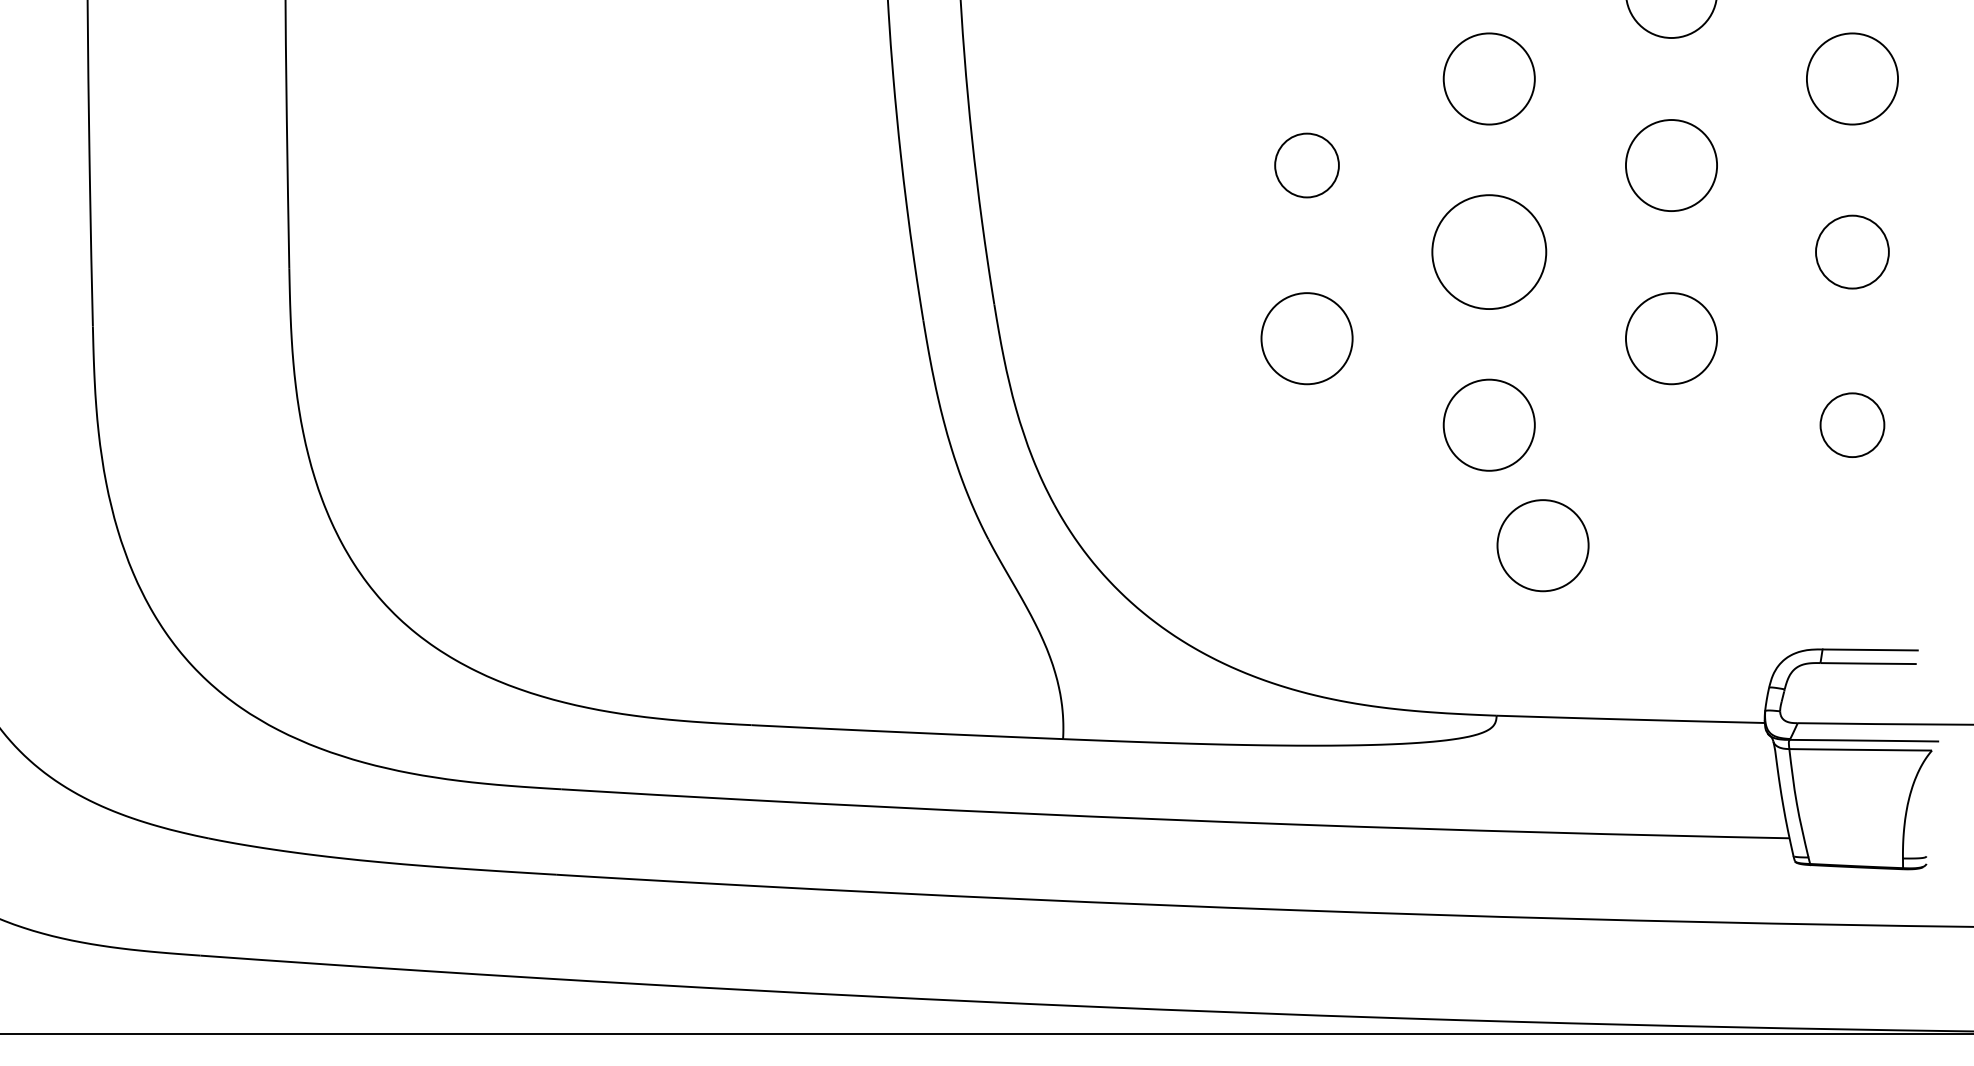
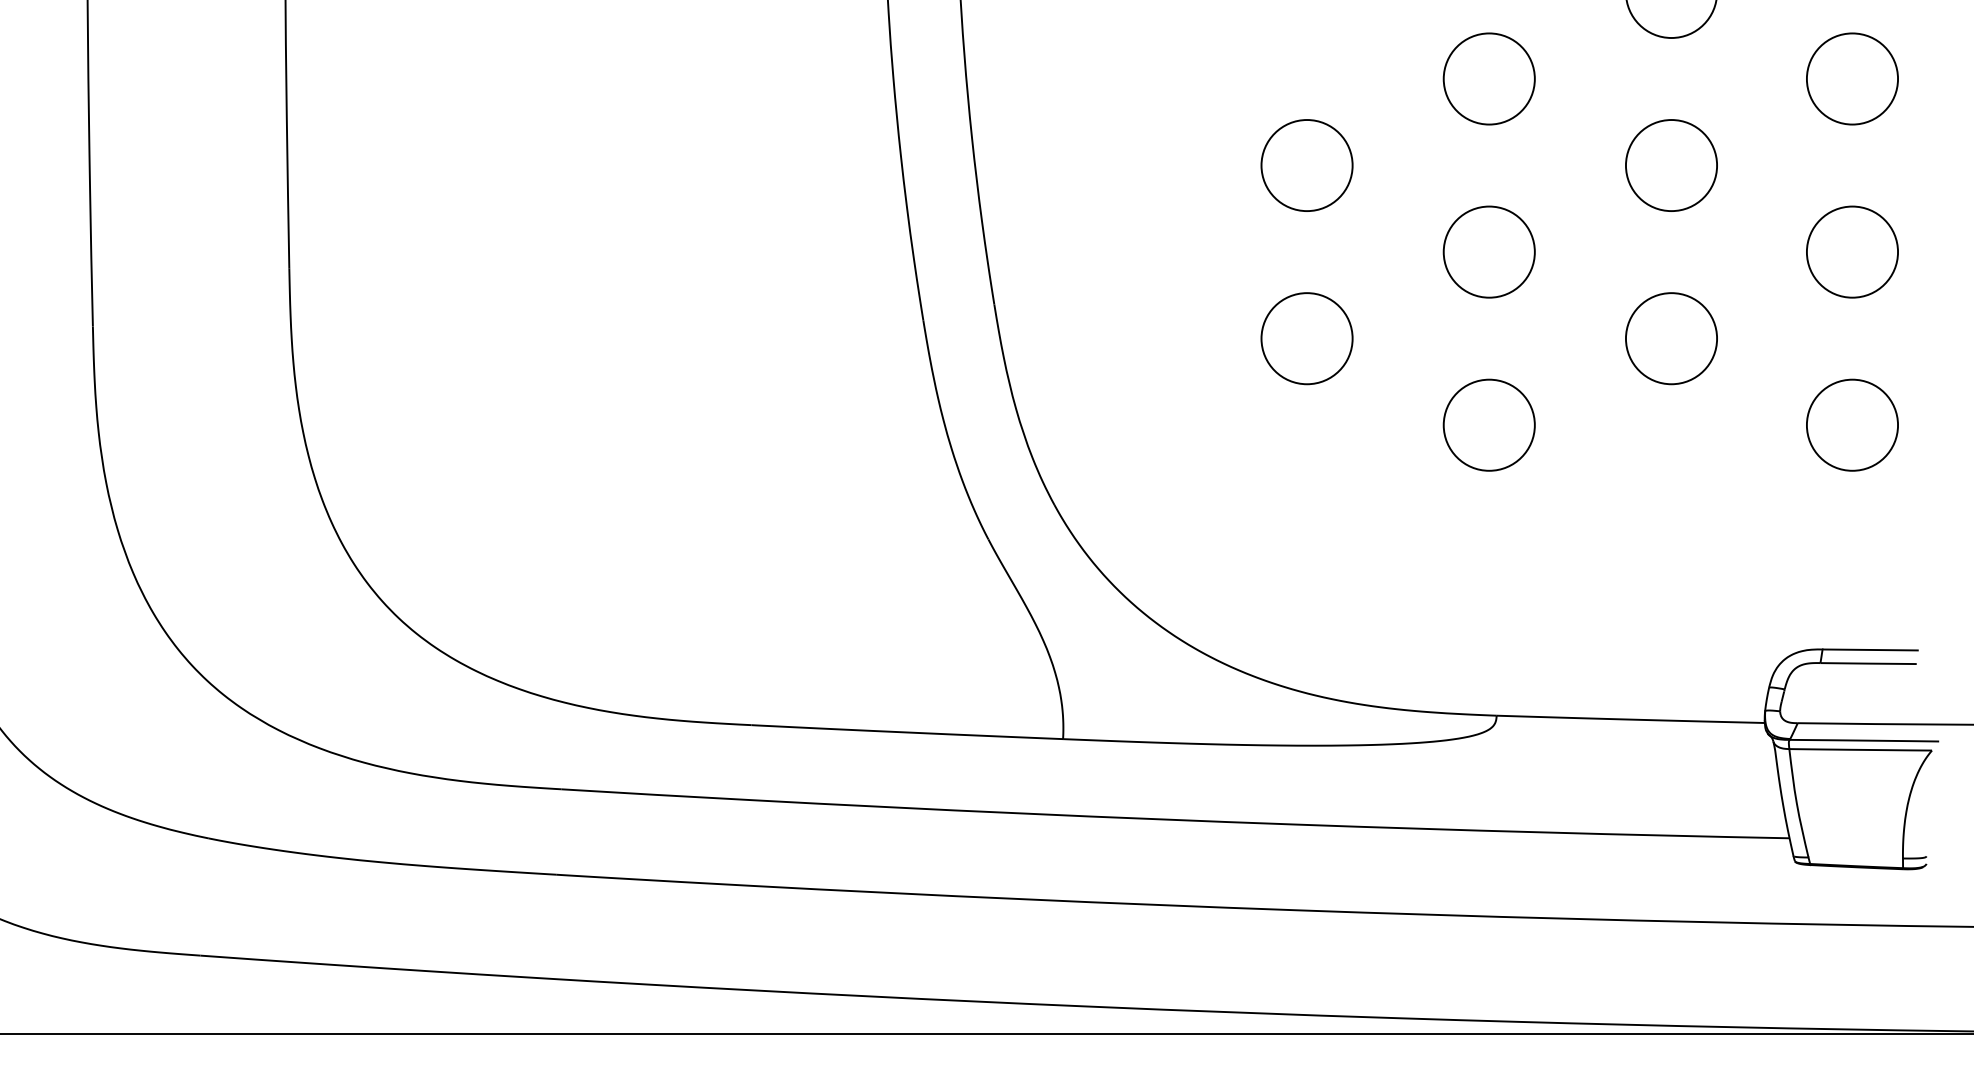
circle at (1306, 165) size: 66x67 px -> 94x93 px
circle at (1852, 251) diameter: 73 px -> 91 px
circle at (1489, 252) diameter: 114 px -> 91 px
circle at (1852, 425) diameter: 64 px -> 91 px
circle at (1542, 545): present -> none
